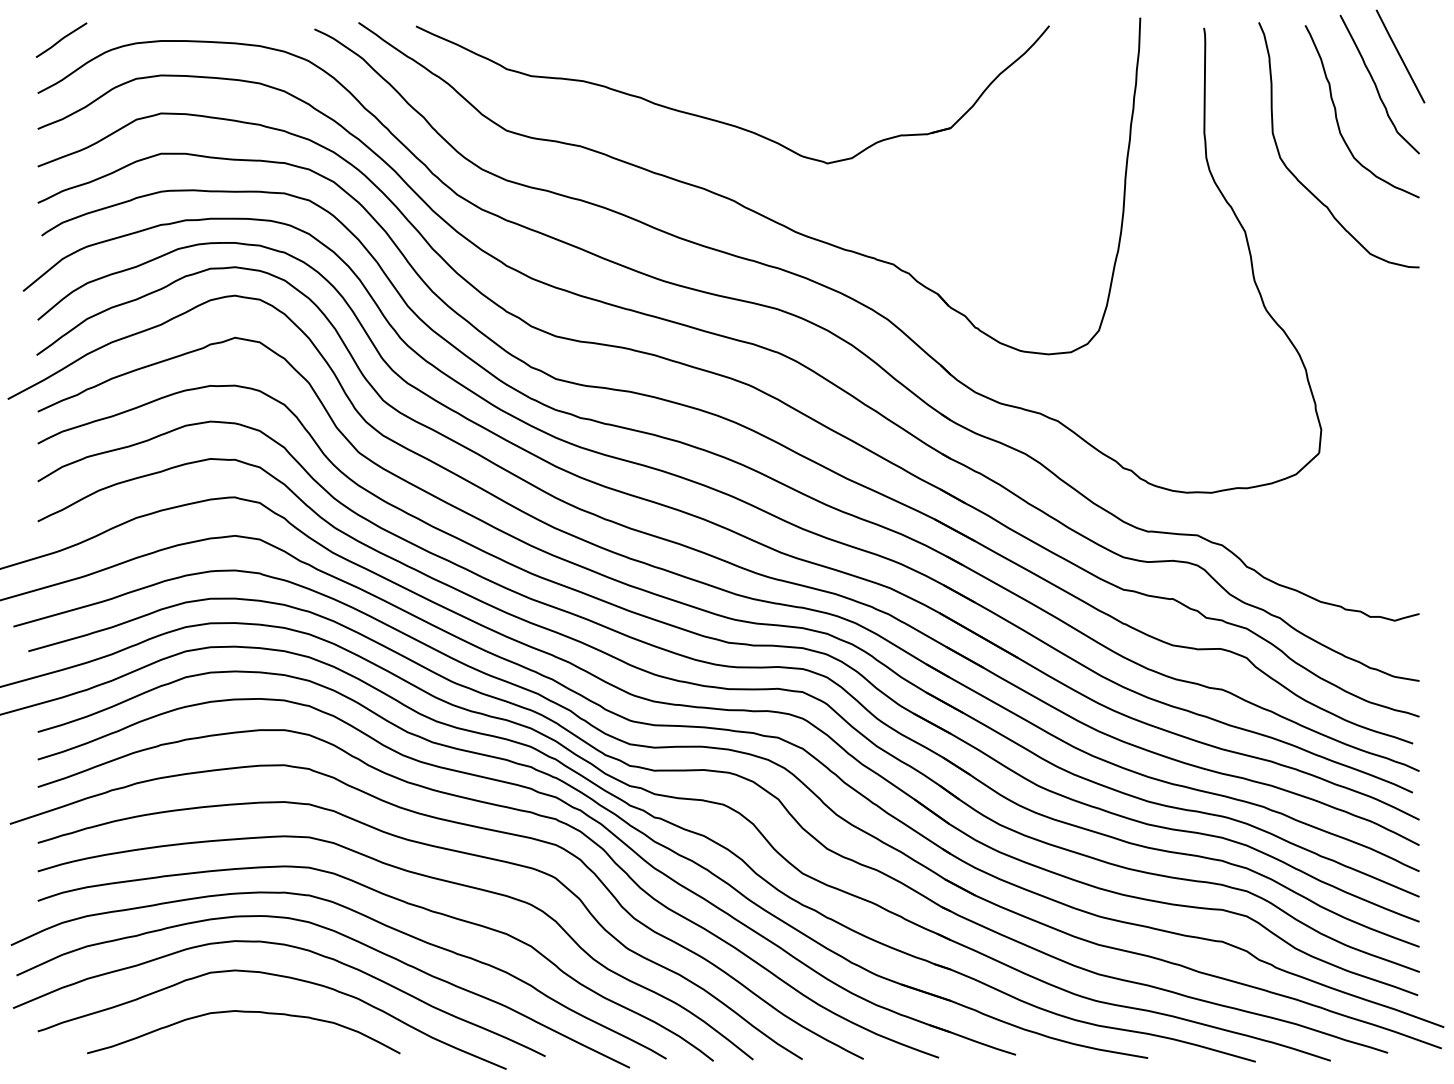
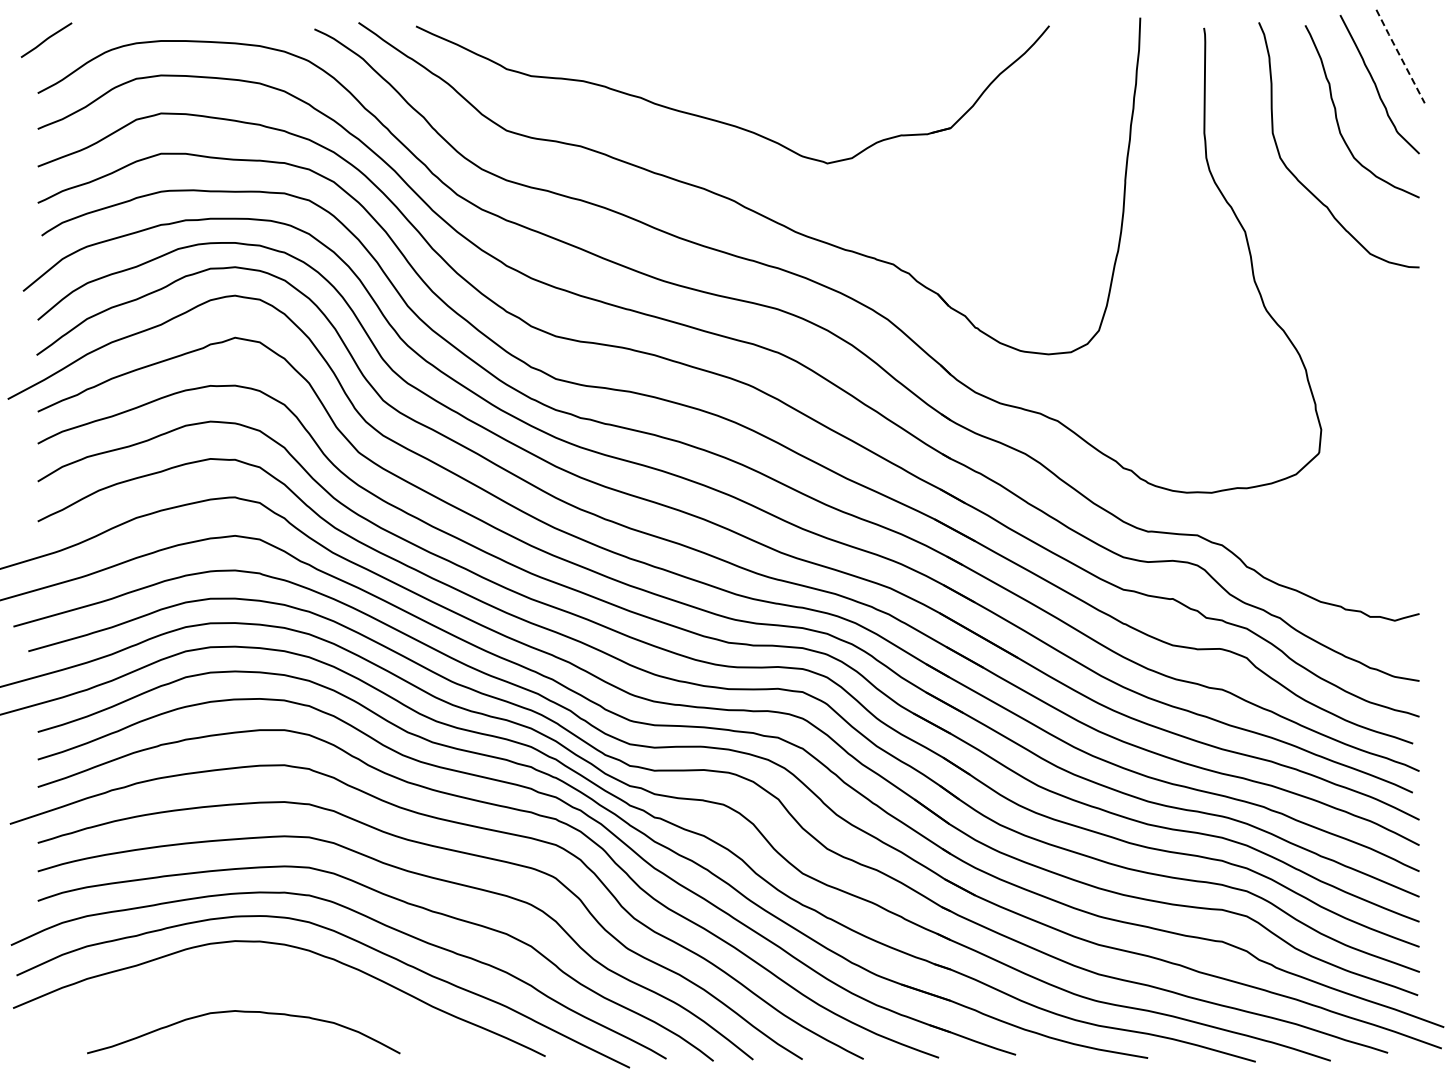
line at (61, 39) position: (61, 39) -> (46, 39)
line at (1400, 56): solid -> dashed
curve at (276, 976): present -> none
